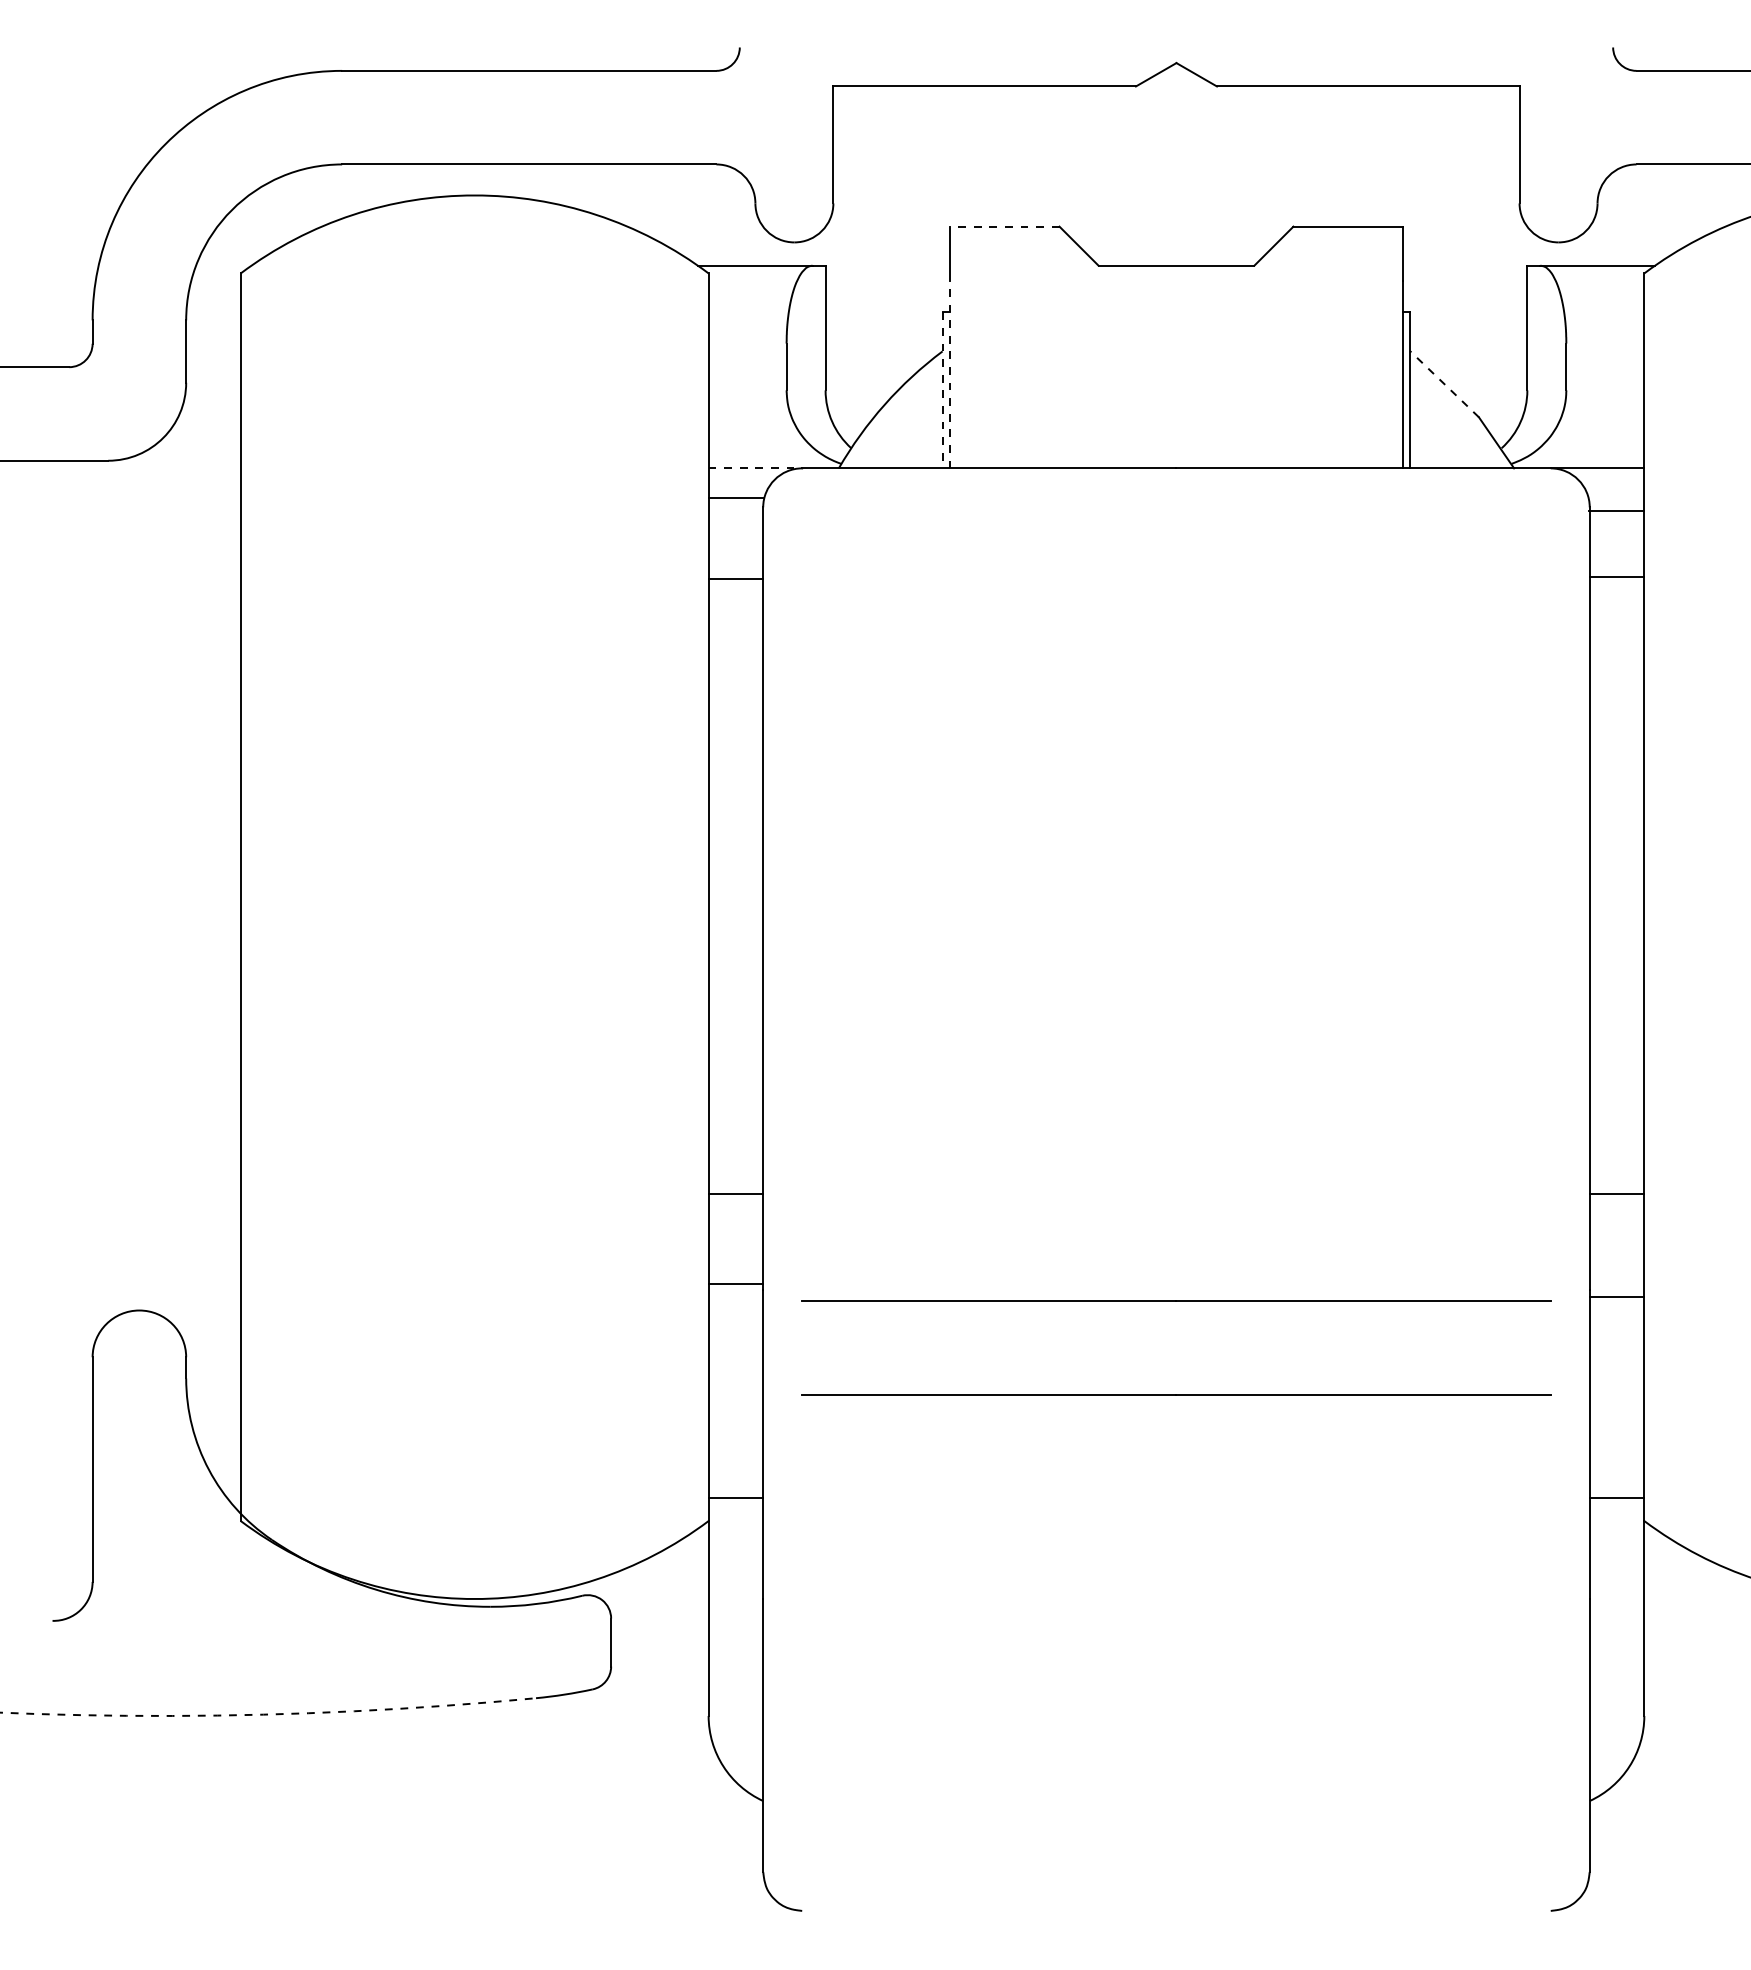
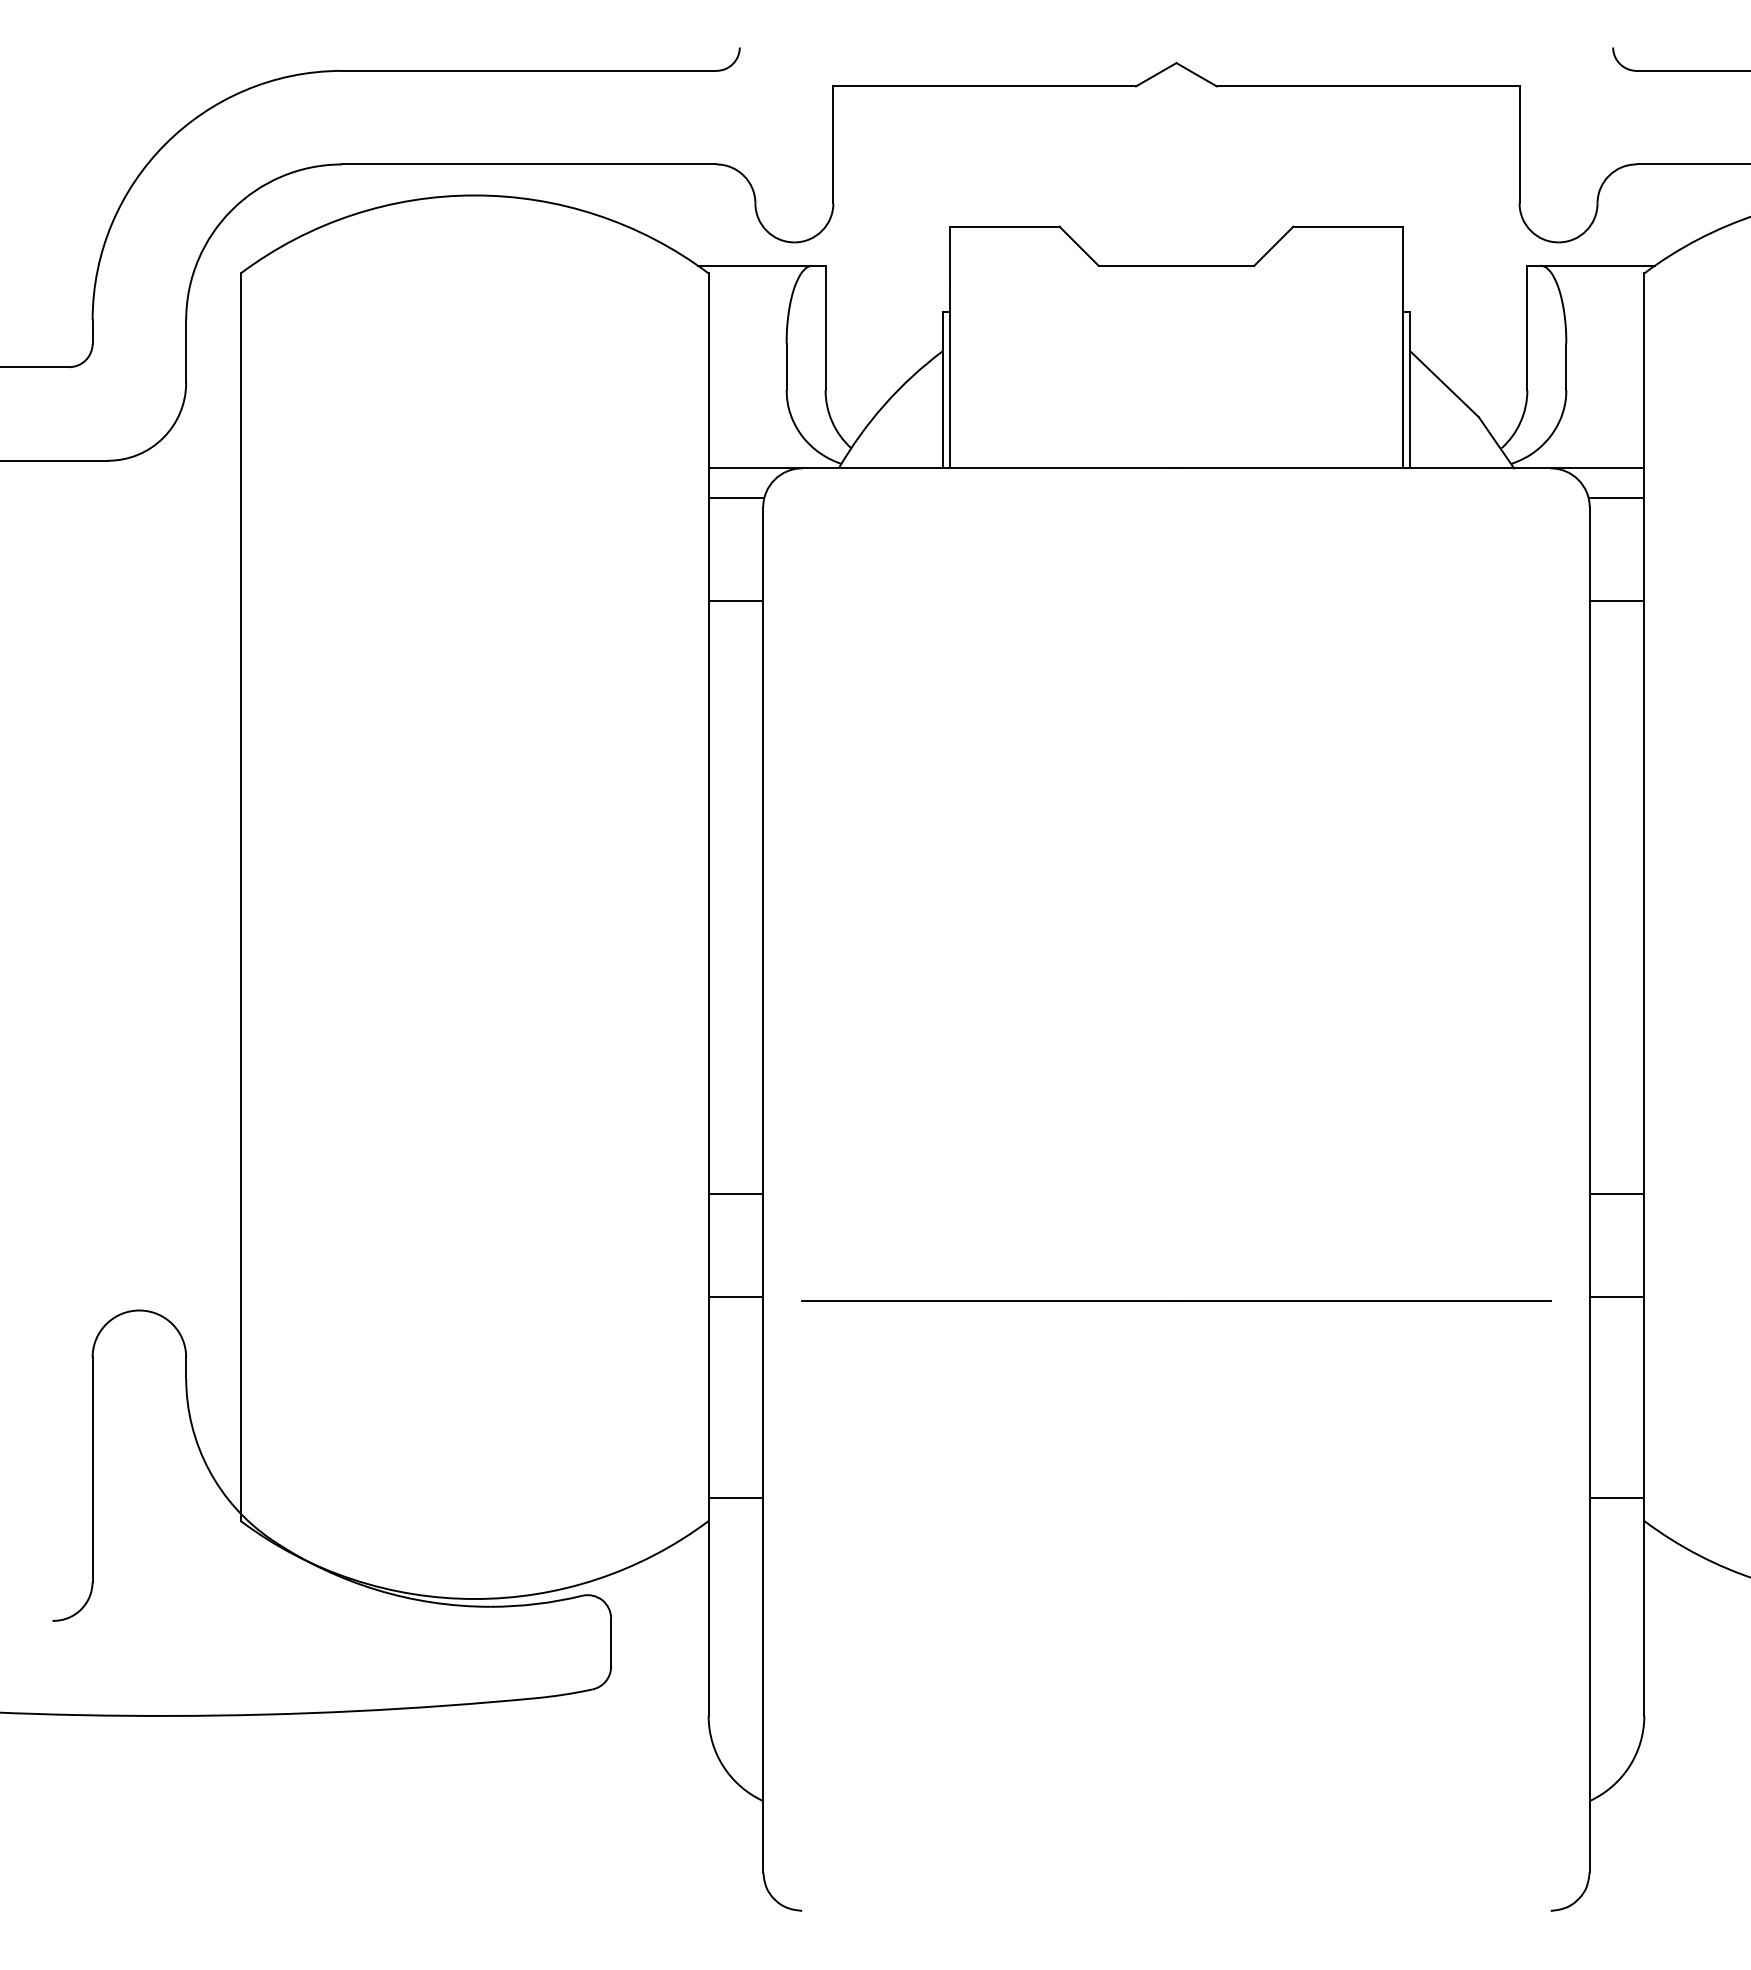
line at (1004, 226): dashed -> solid
line at (950, 374): dashed -> solid
line at (1444, 384): dashed -> solid
line at (942, 390): dashed -> solid
line at (755, 468): dashed -> solid
line at (1616, 510) position: (1616, 510) -> (1616, 497)
line at (1616, 576) position: (1616, 576) -> (1616, 600)
line at (735, 578) position: (735, 578) -> (735, 600)
line at (735, 1283) position: (735, 1283) -> (735, 1296)
line at (1176, 1394): present -> none
arc at (268, 1714): dashed -> solid
